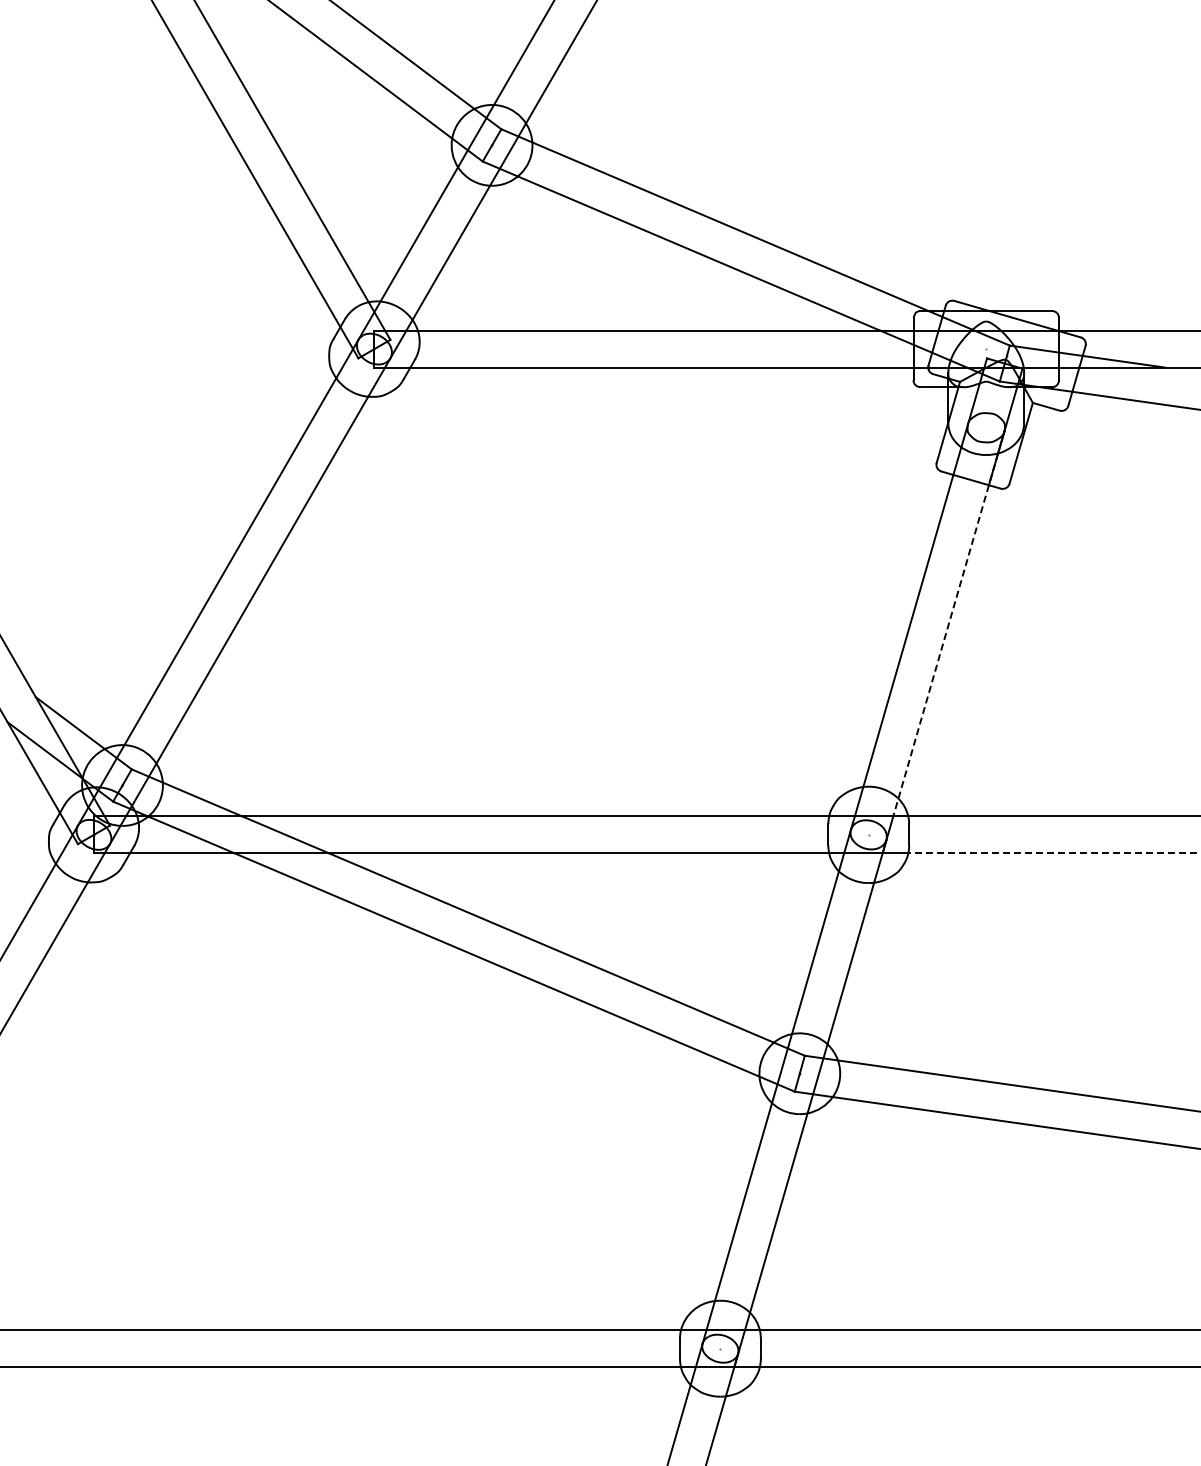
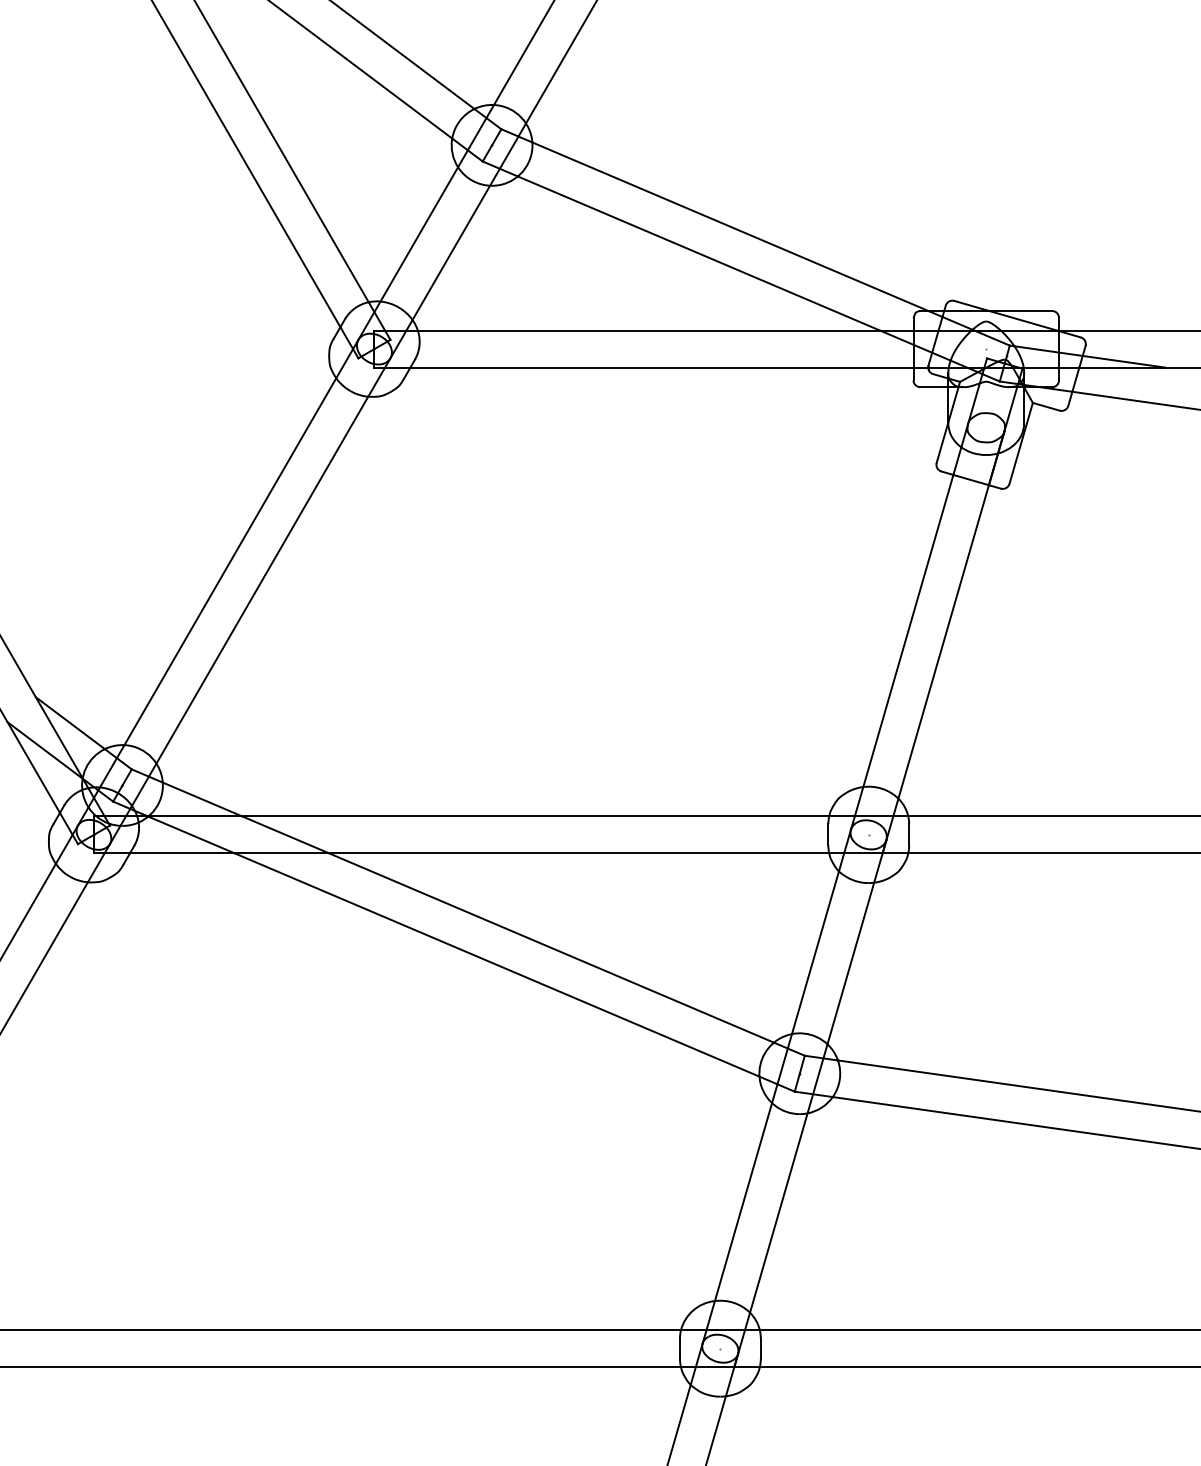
line at (945, 634): dashed -> solid
line at (1054, 853): dashed -> solid
